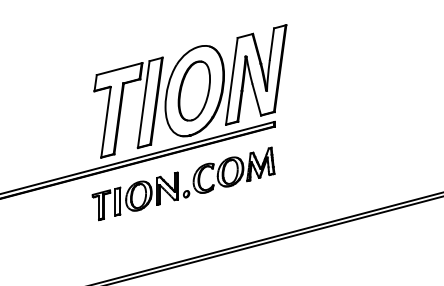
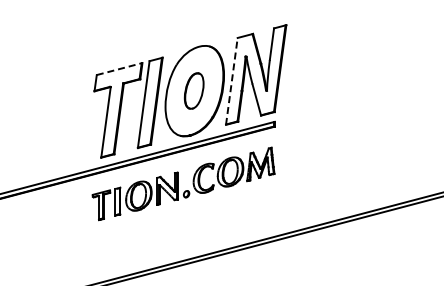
line at (119, 69): solid -> dashed
line at (231, 81): solid -> dashed
part at (193, 90) size: 34x62 px -> 22x38 px
